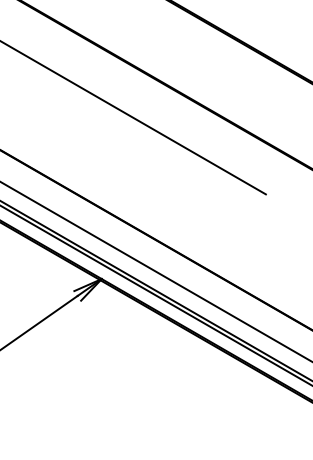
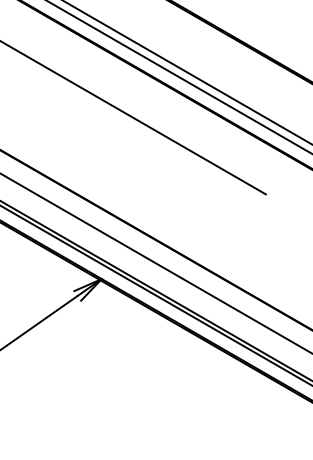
line at (187, 72): none -> present
line at (179, 77): none -> present
line at (155, 271) position: (155, 271) -> (155, 262)
